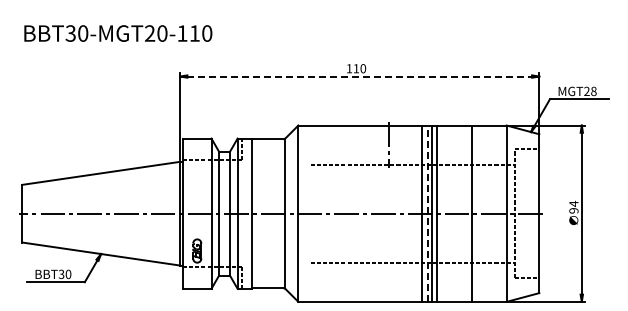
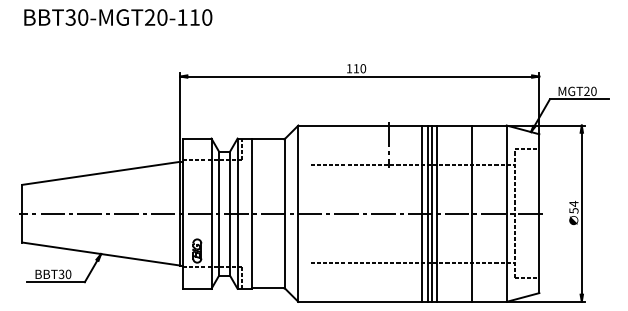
text at (118, 33) position: (118, 33) -> (118, 17)
line at (360, 76): dashed -> solid
text at (593, 91): MGT28 -> MGT20
text at (573, 210): 94 -> 54
line at (427, 213): dashed -> solid
